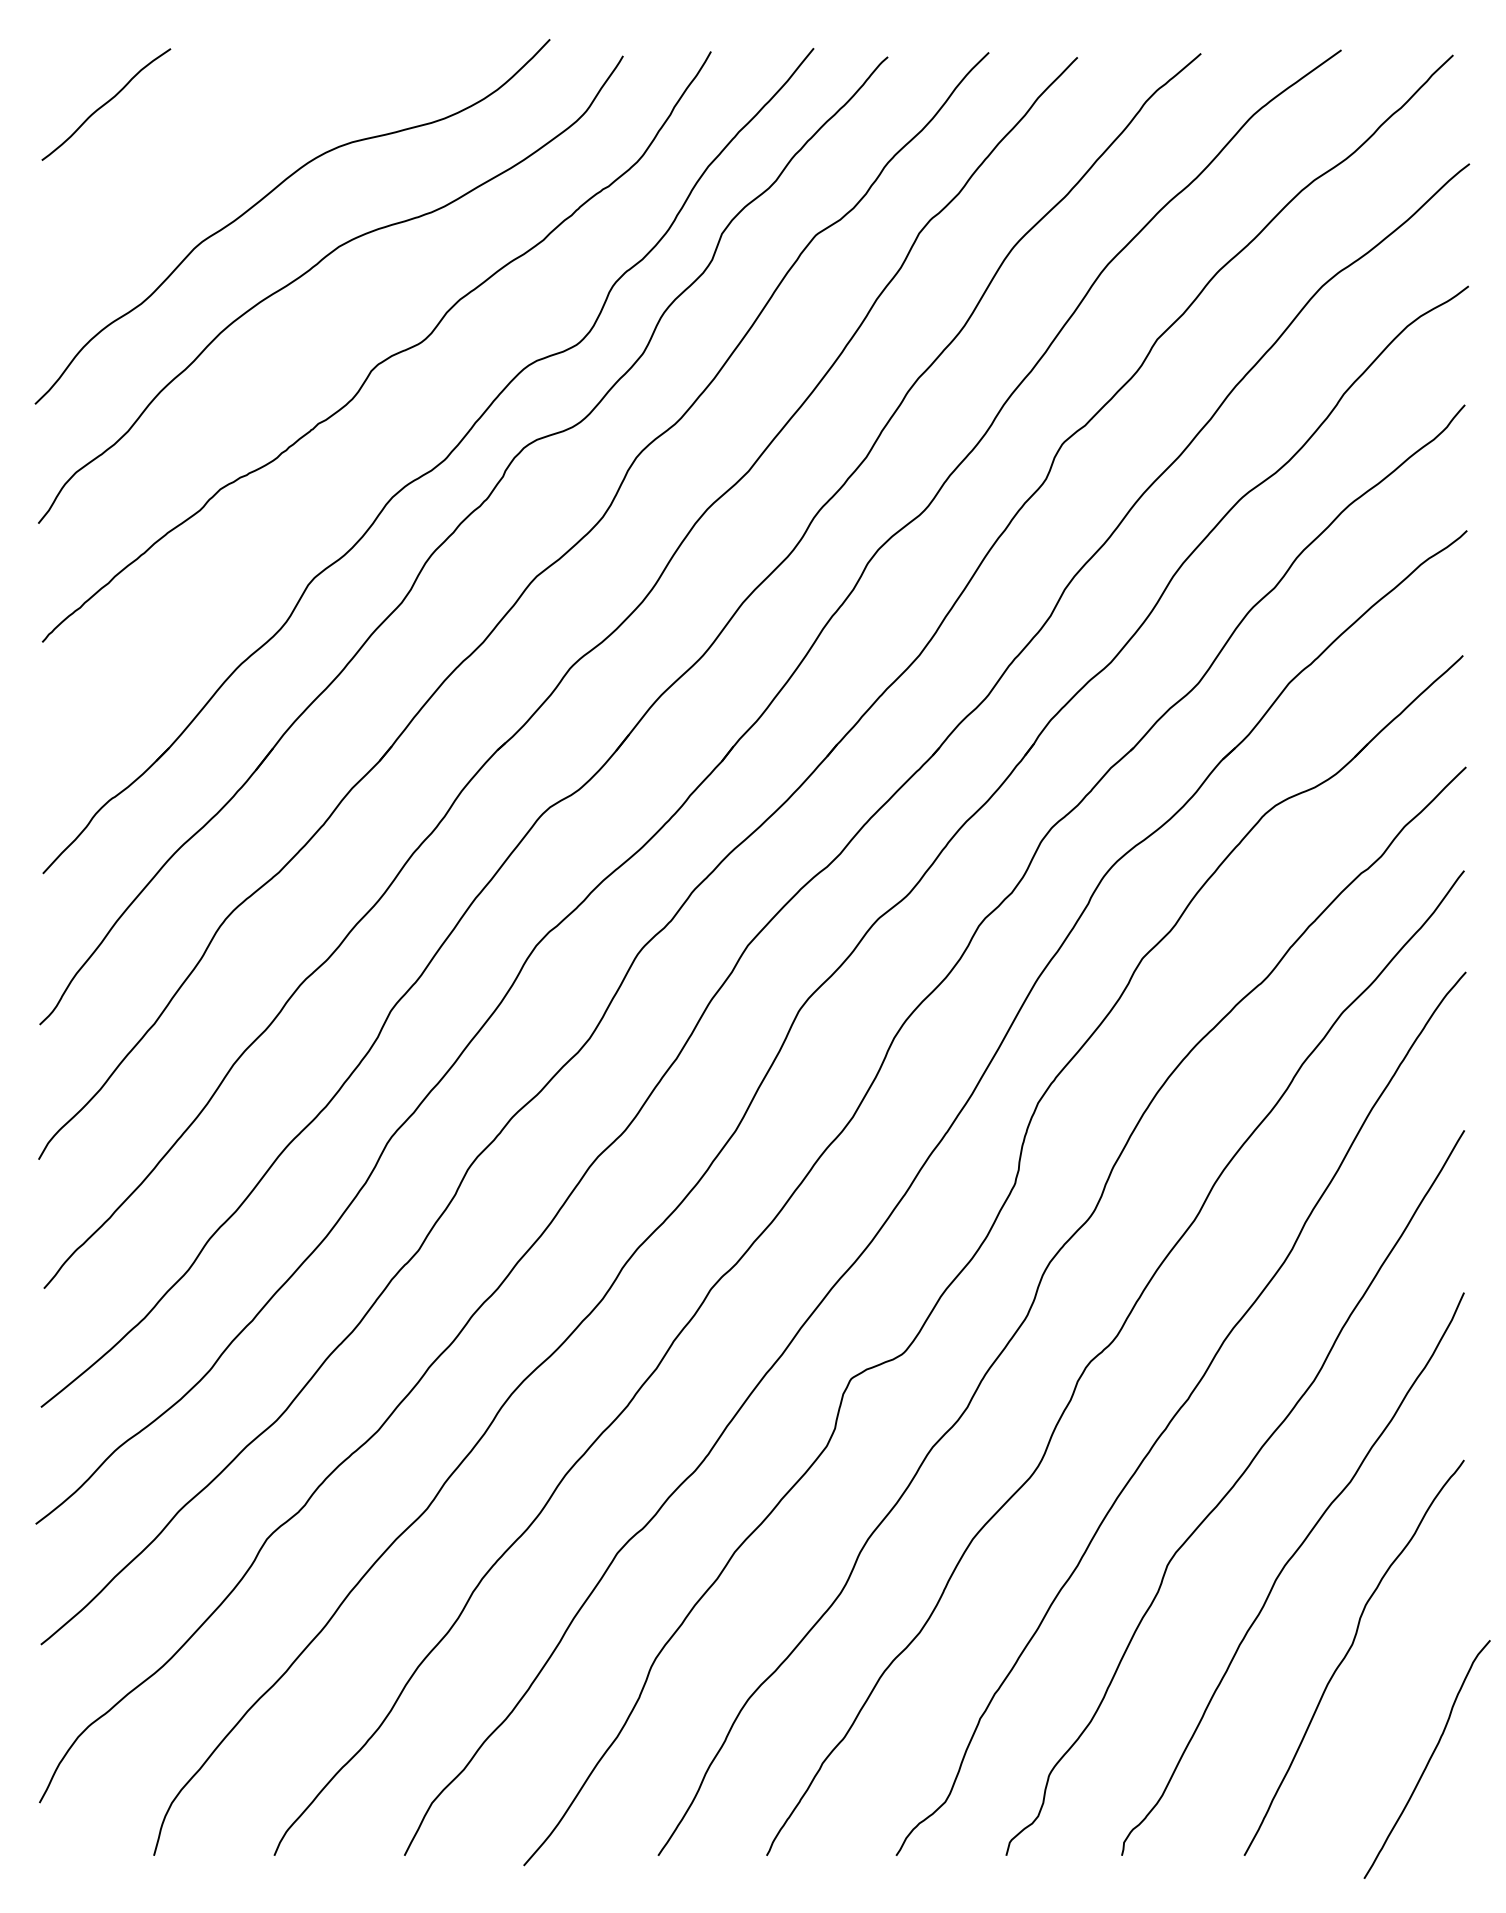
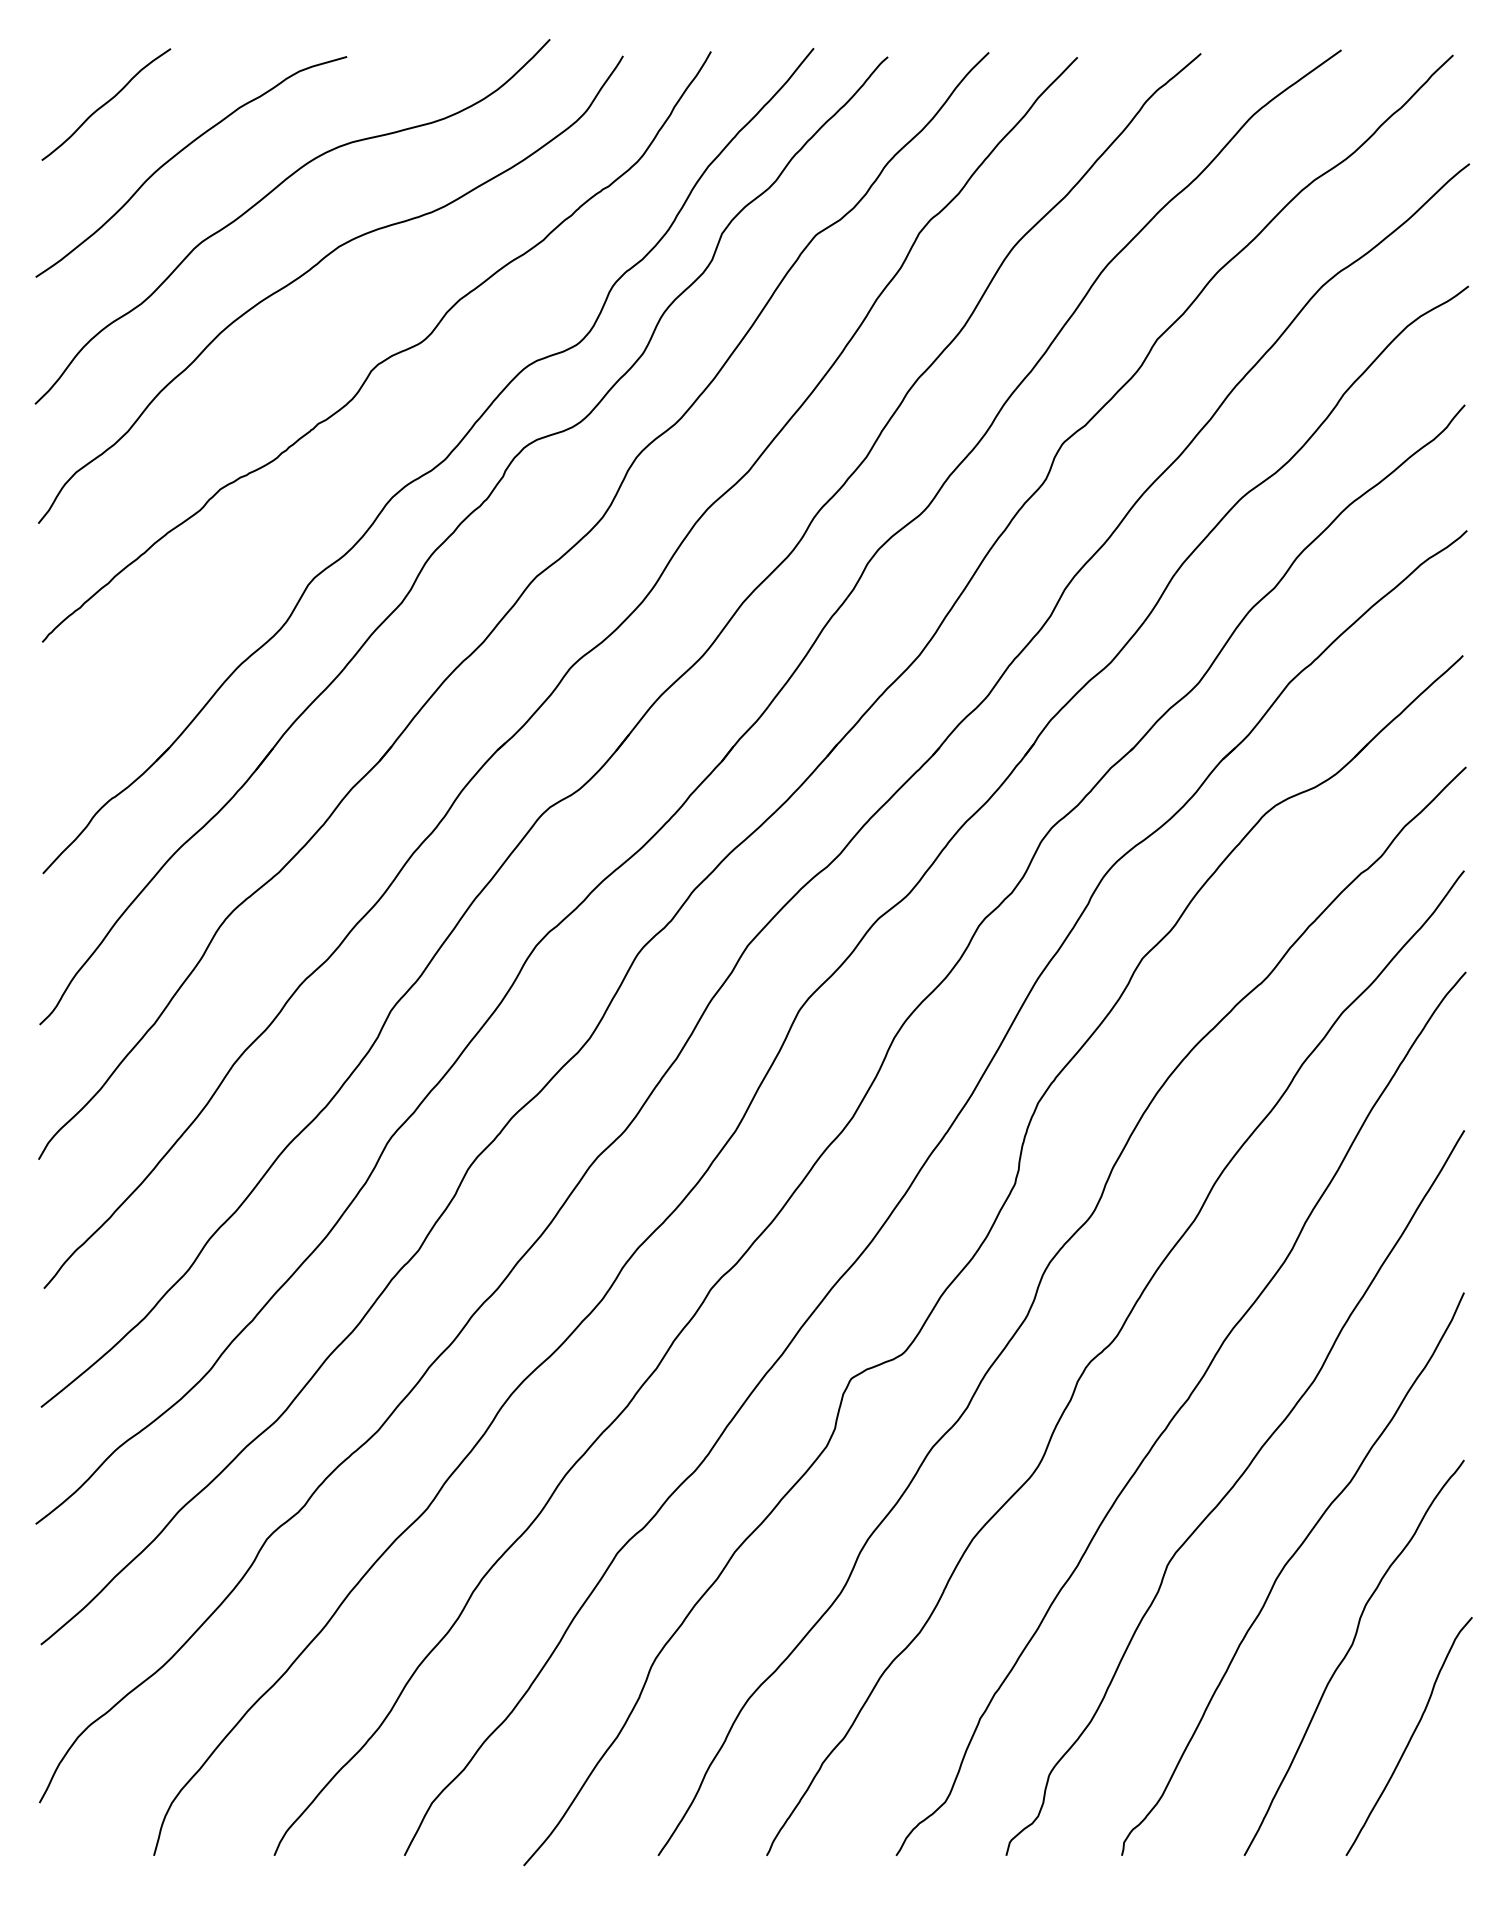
curve at (179, 153): none -> present
curve at (1428, 1759) position: (1428, 1759) -> (1410, 1736)
